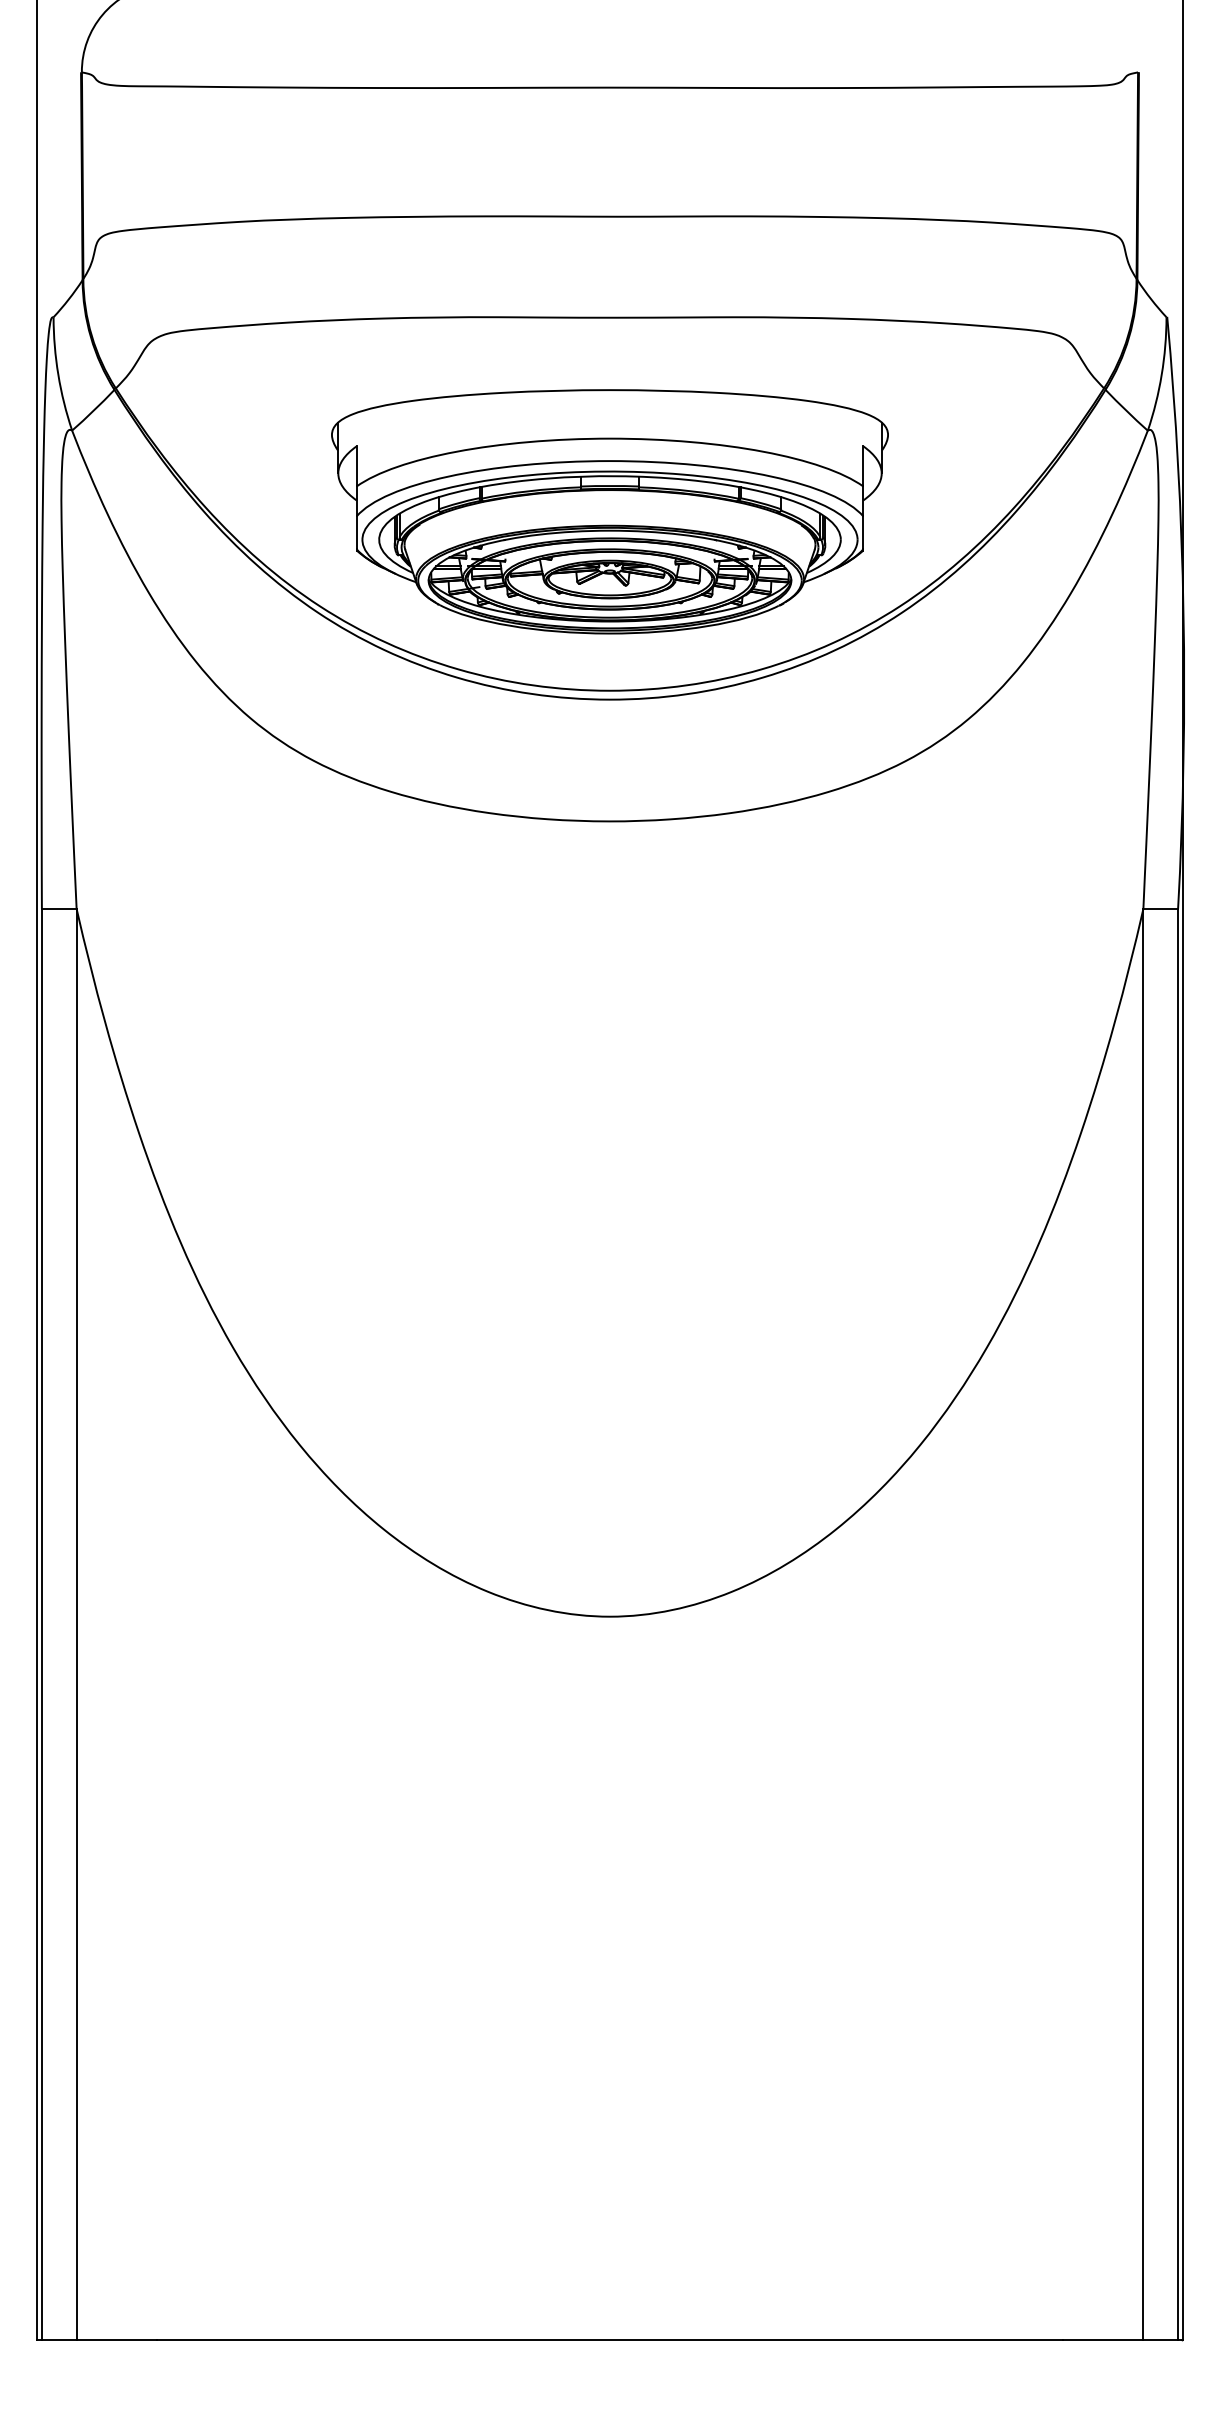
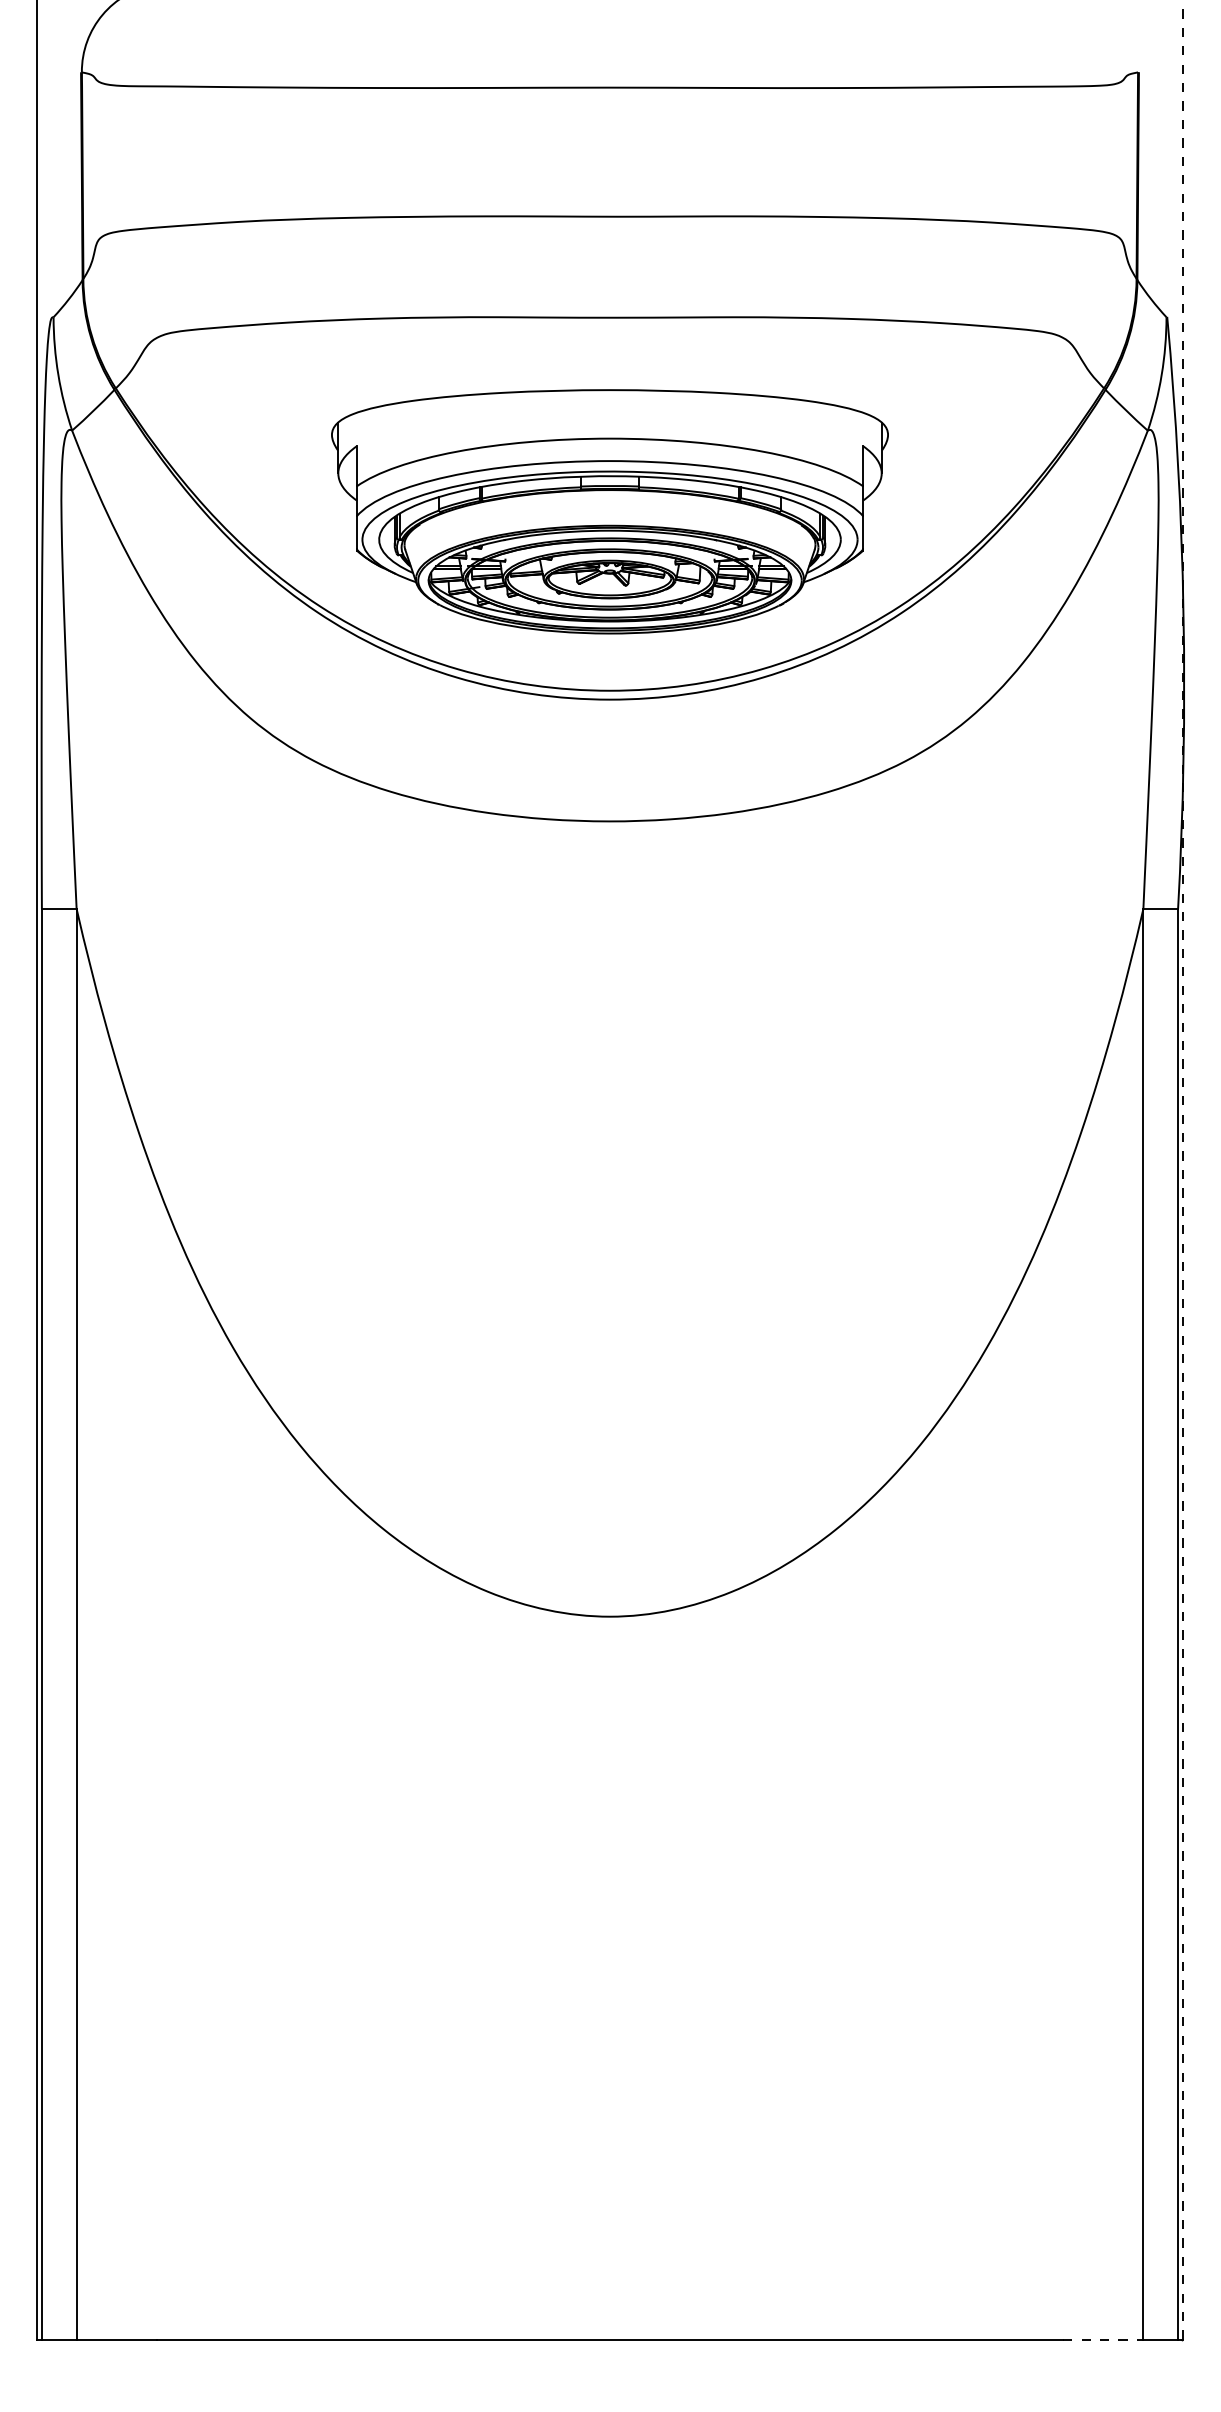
line at (1183, 1169): solid -> dashed
line at (1103, 2339): solid -> dashed
